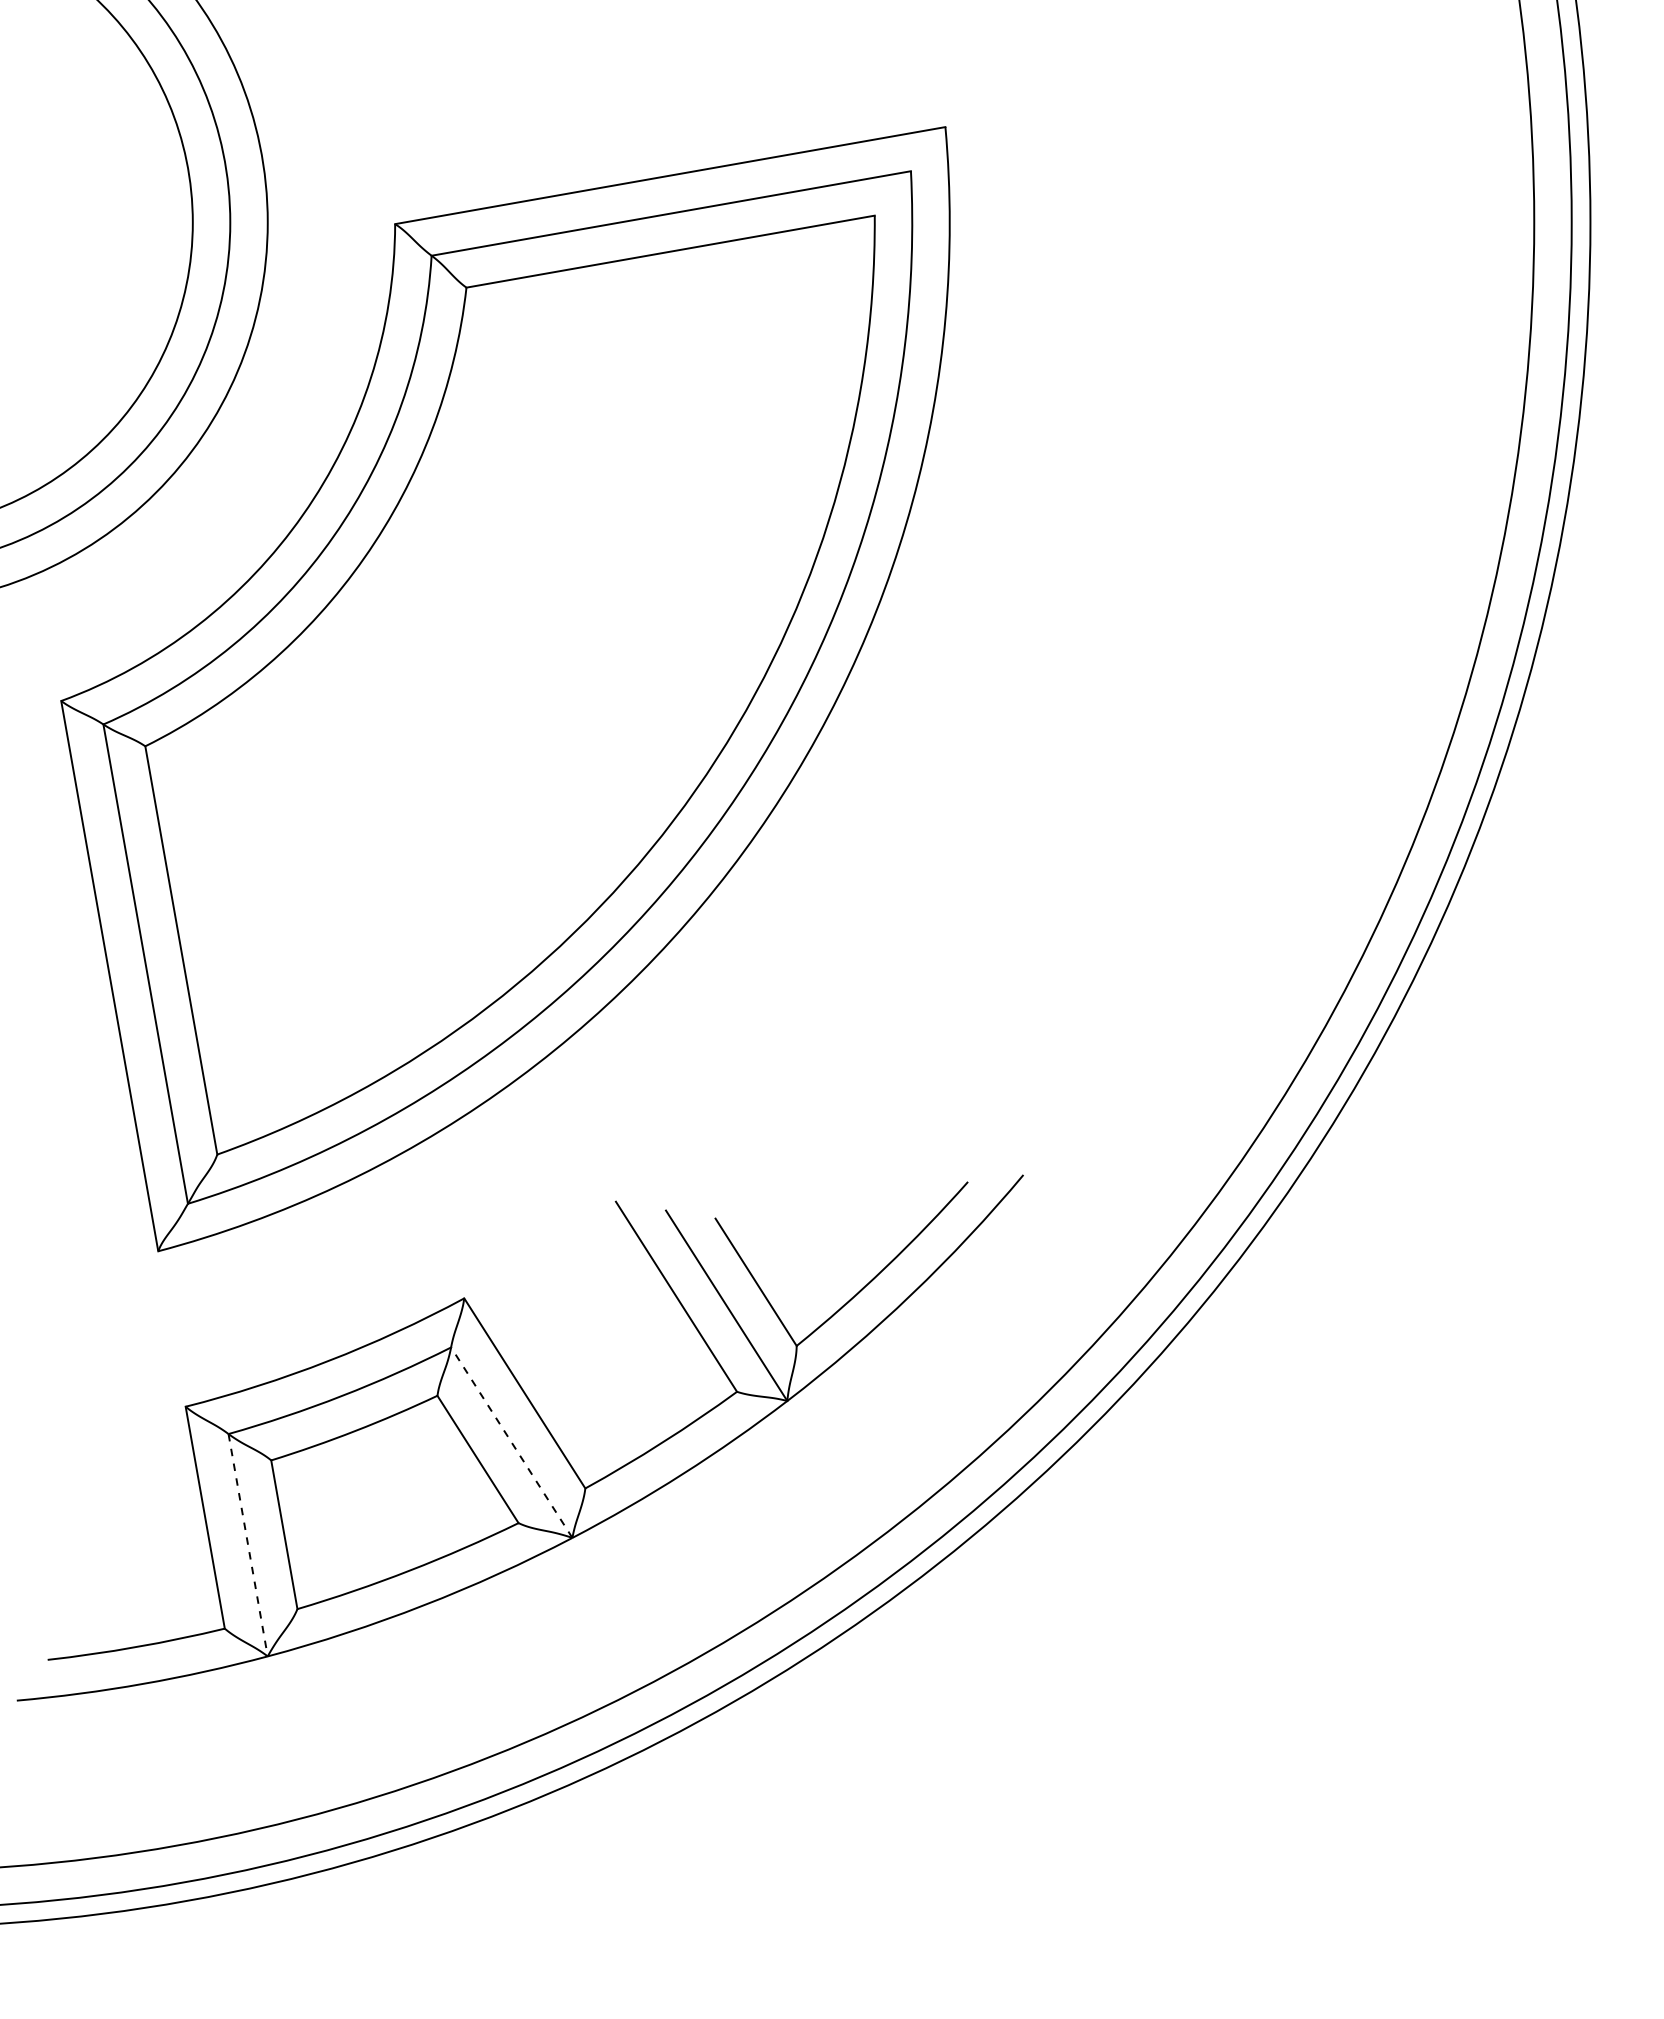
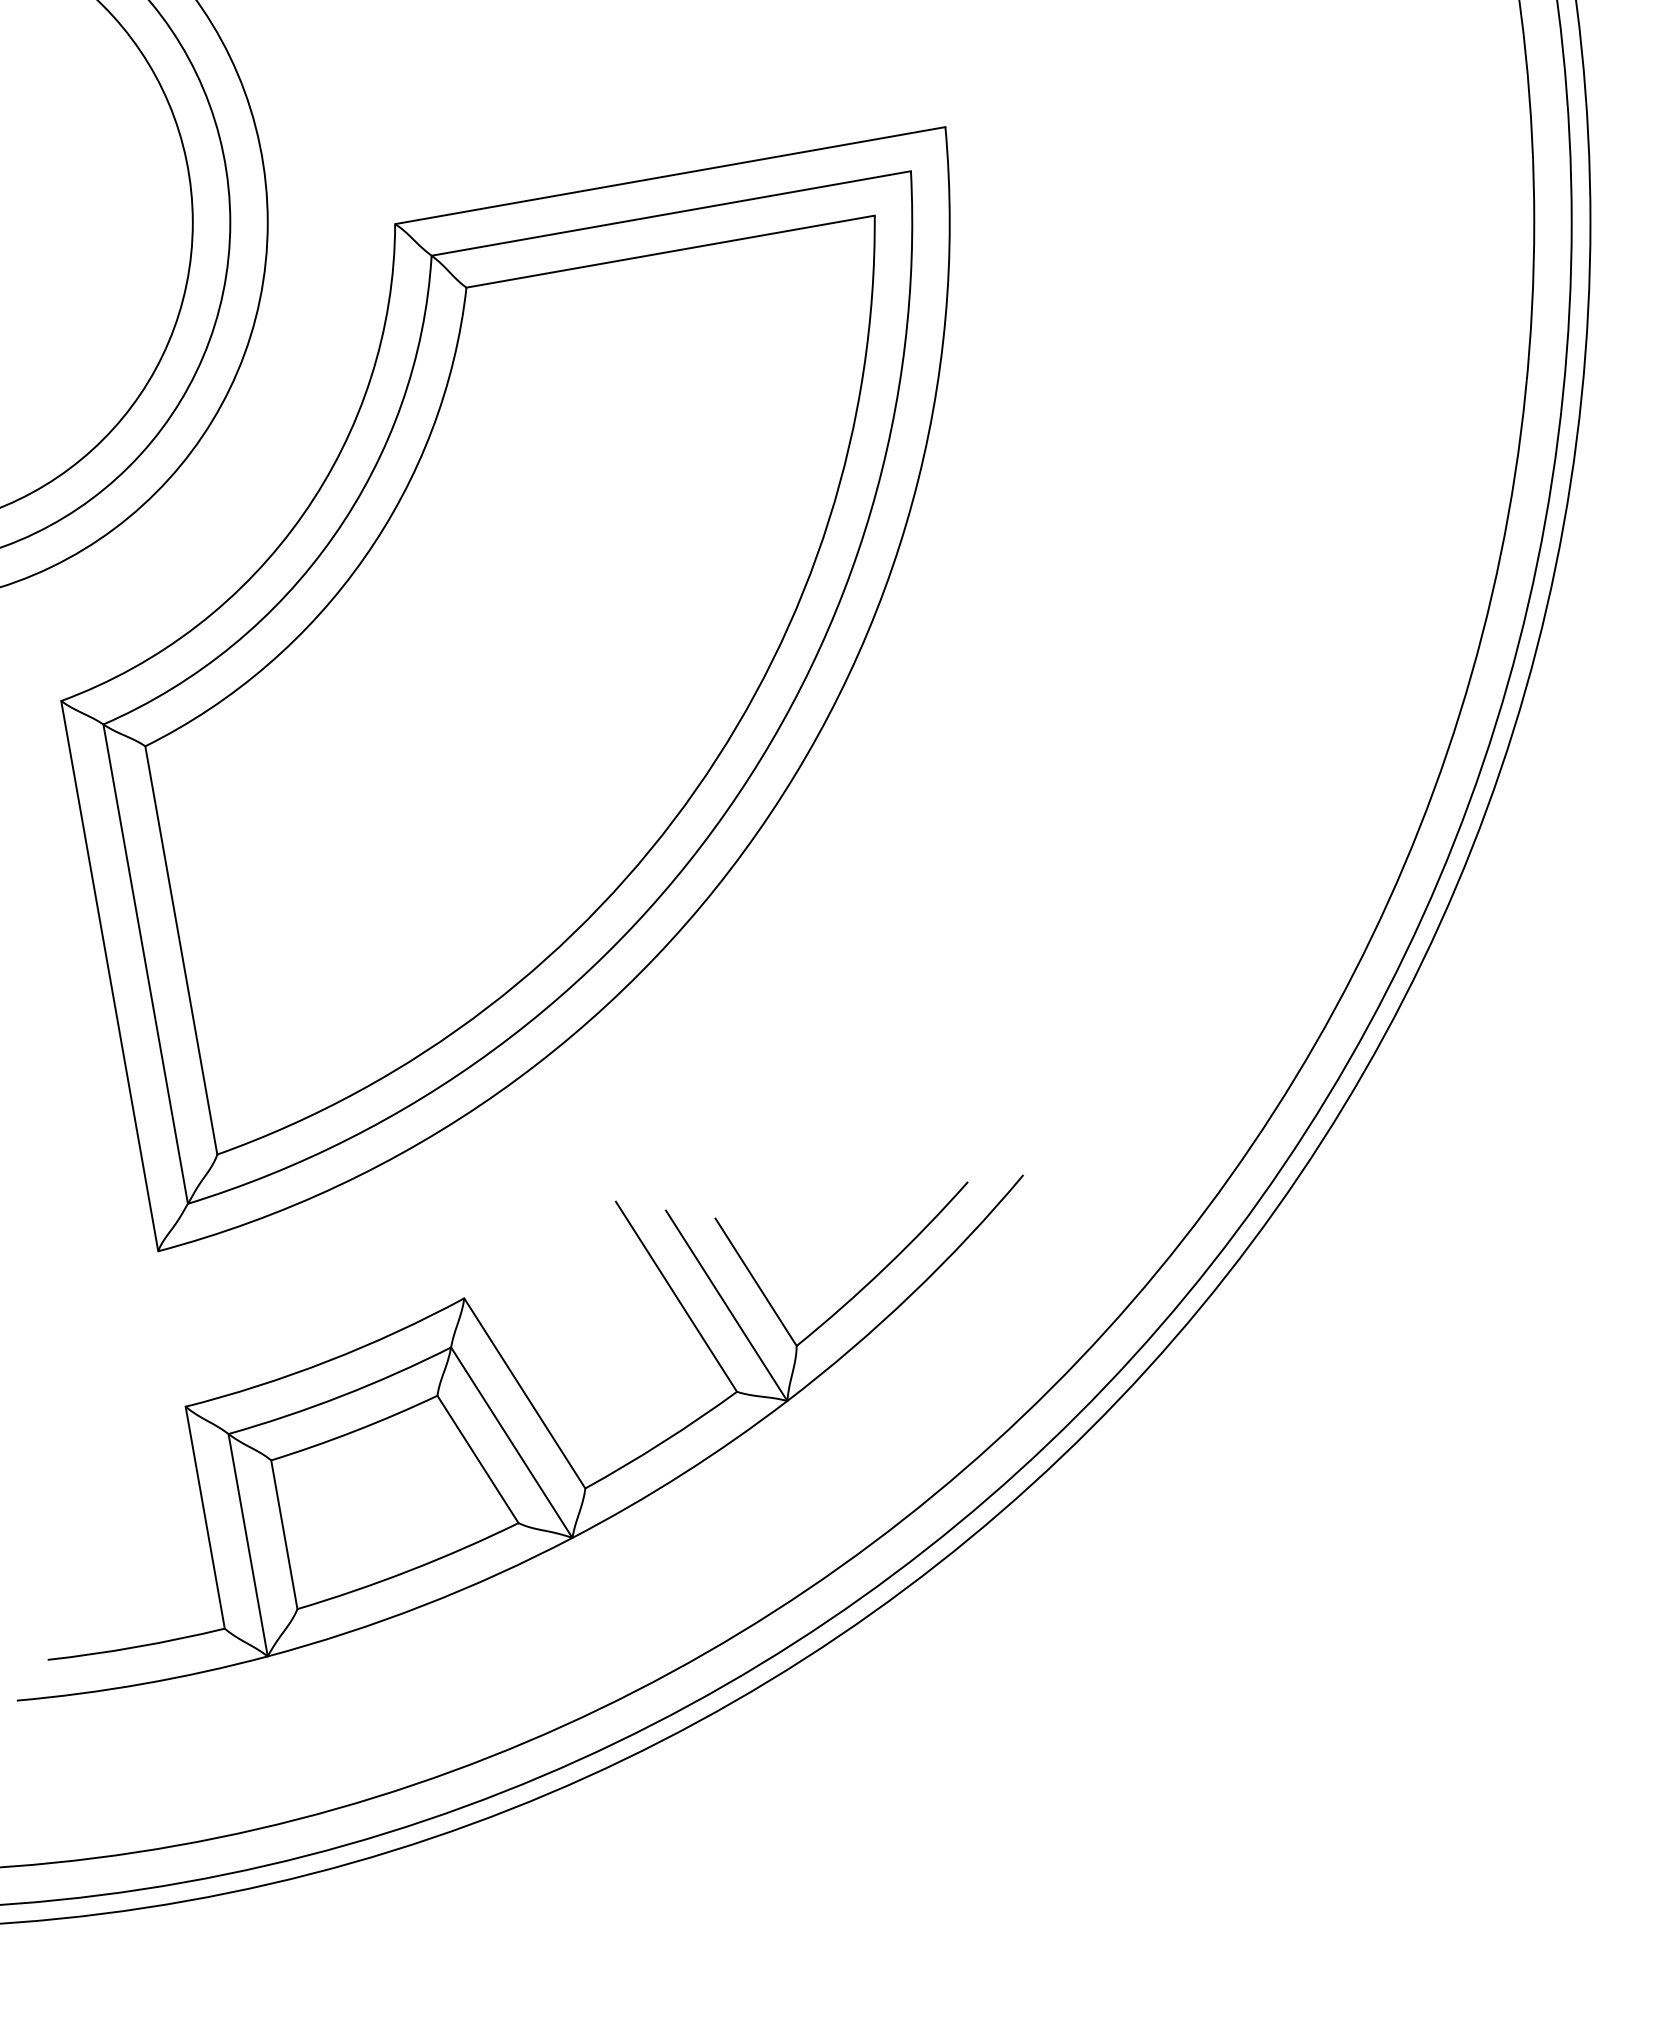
line at (511, 1442): dashed -> solid
line at (248, 1545): dashed -> solid
